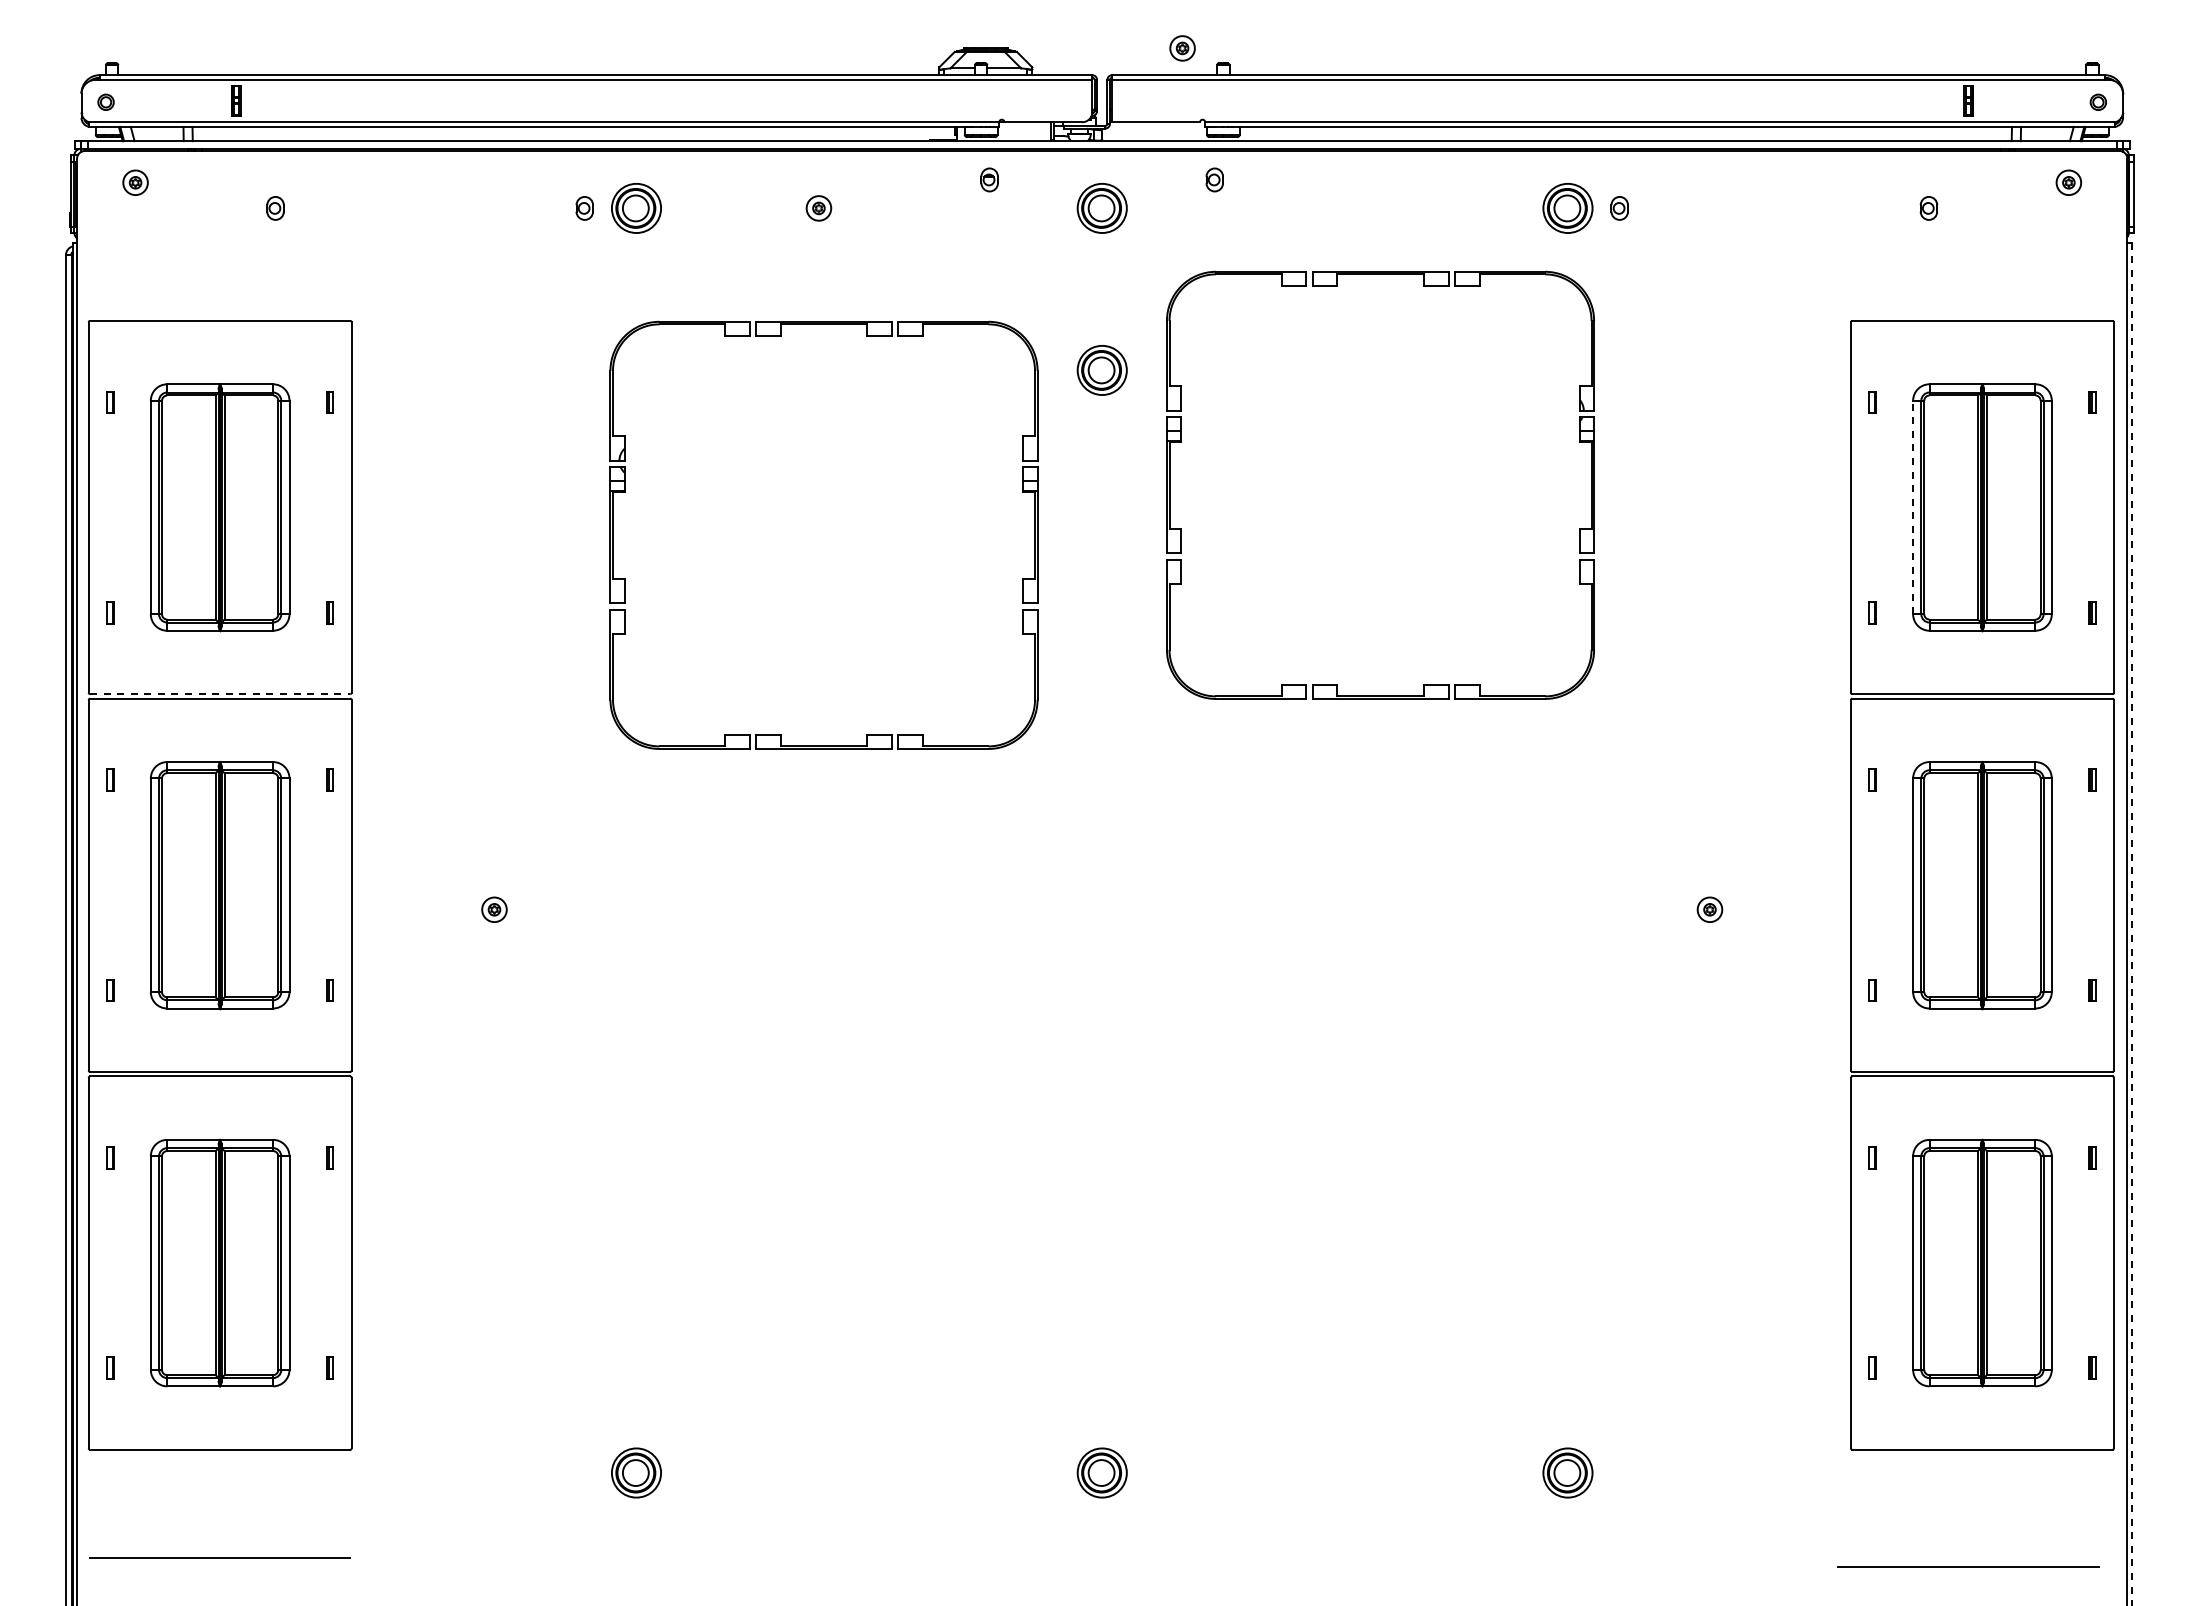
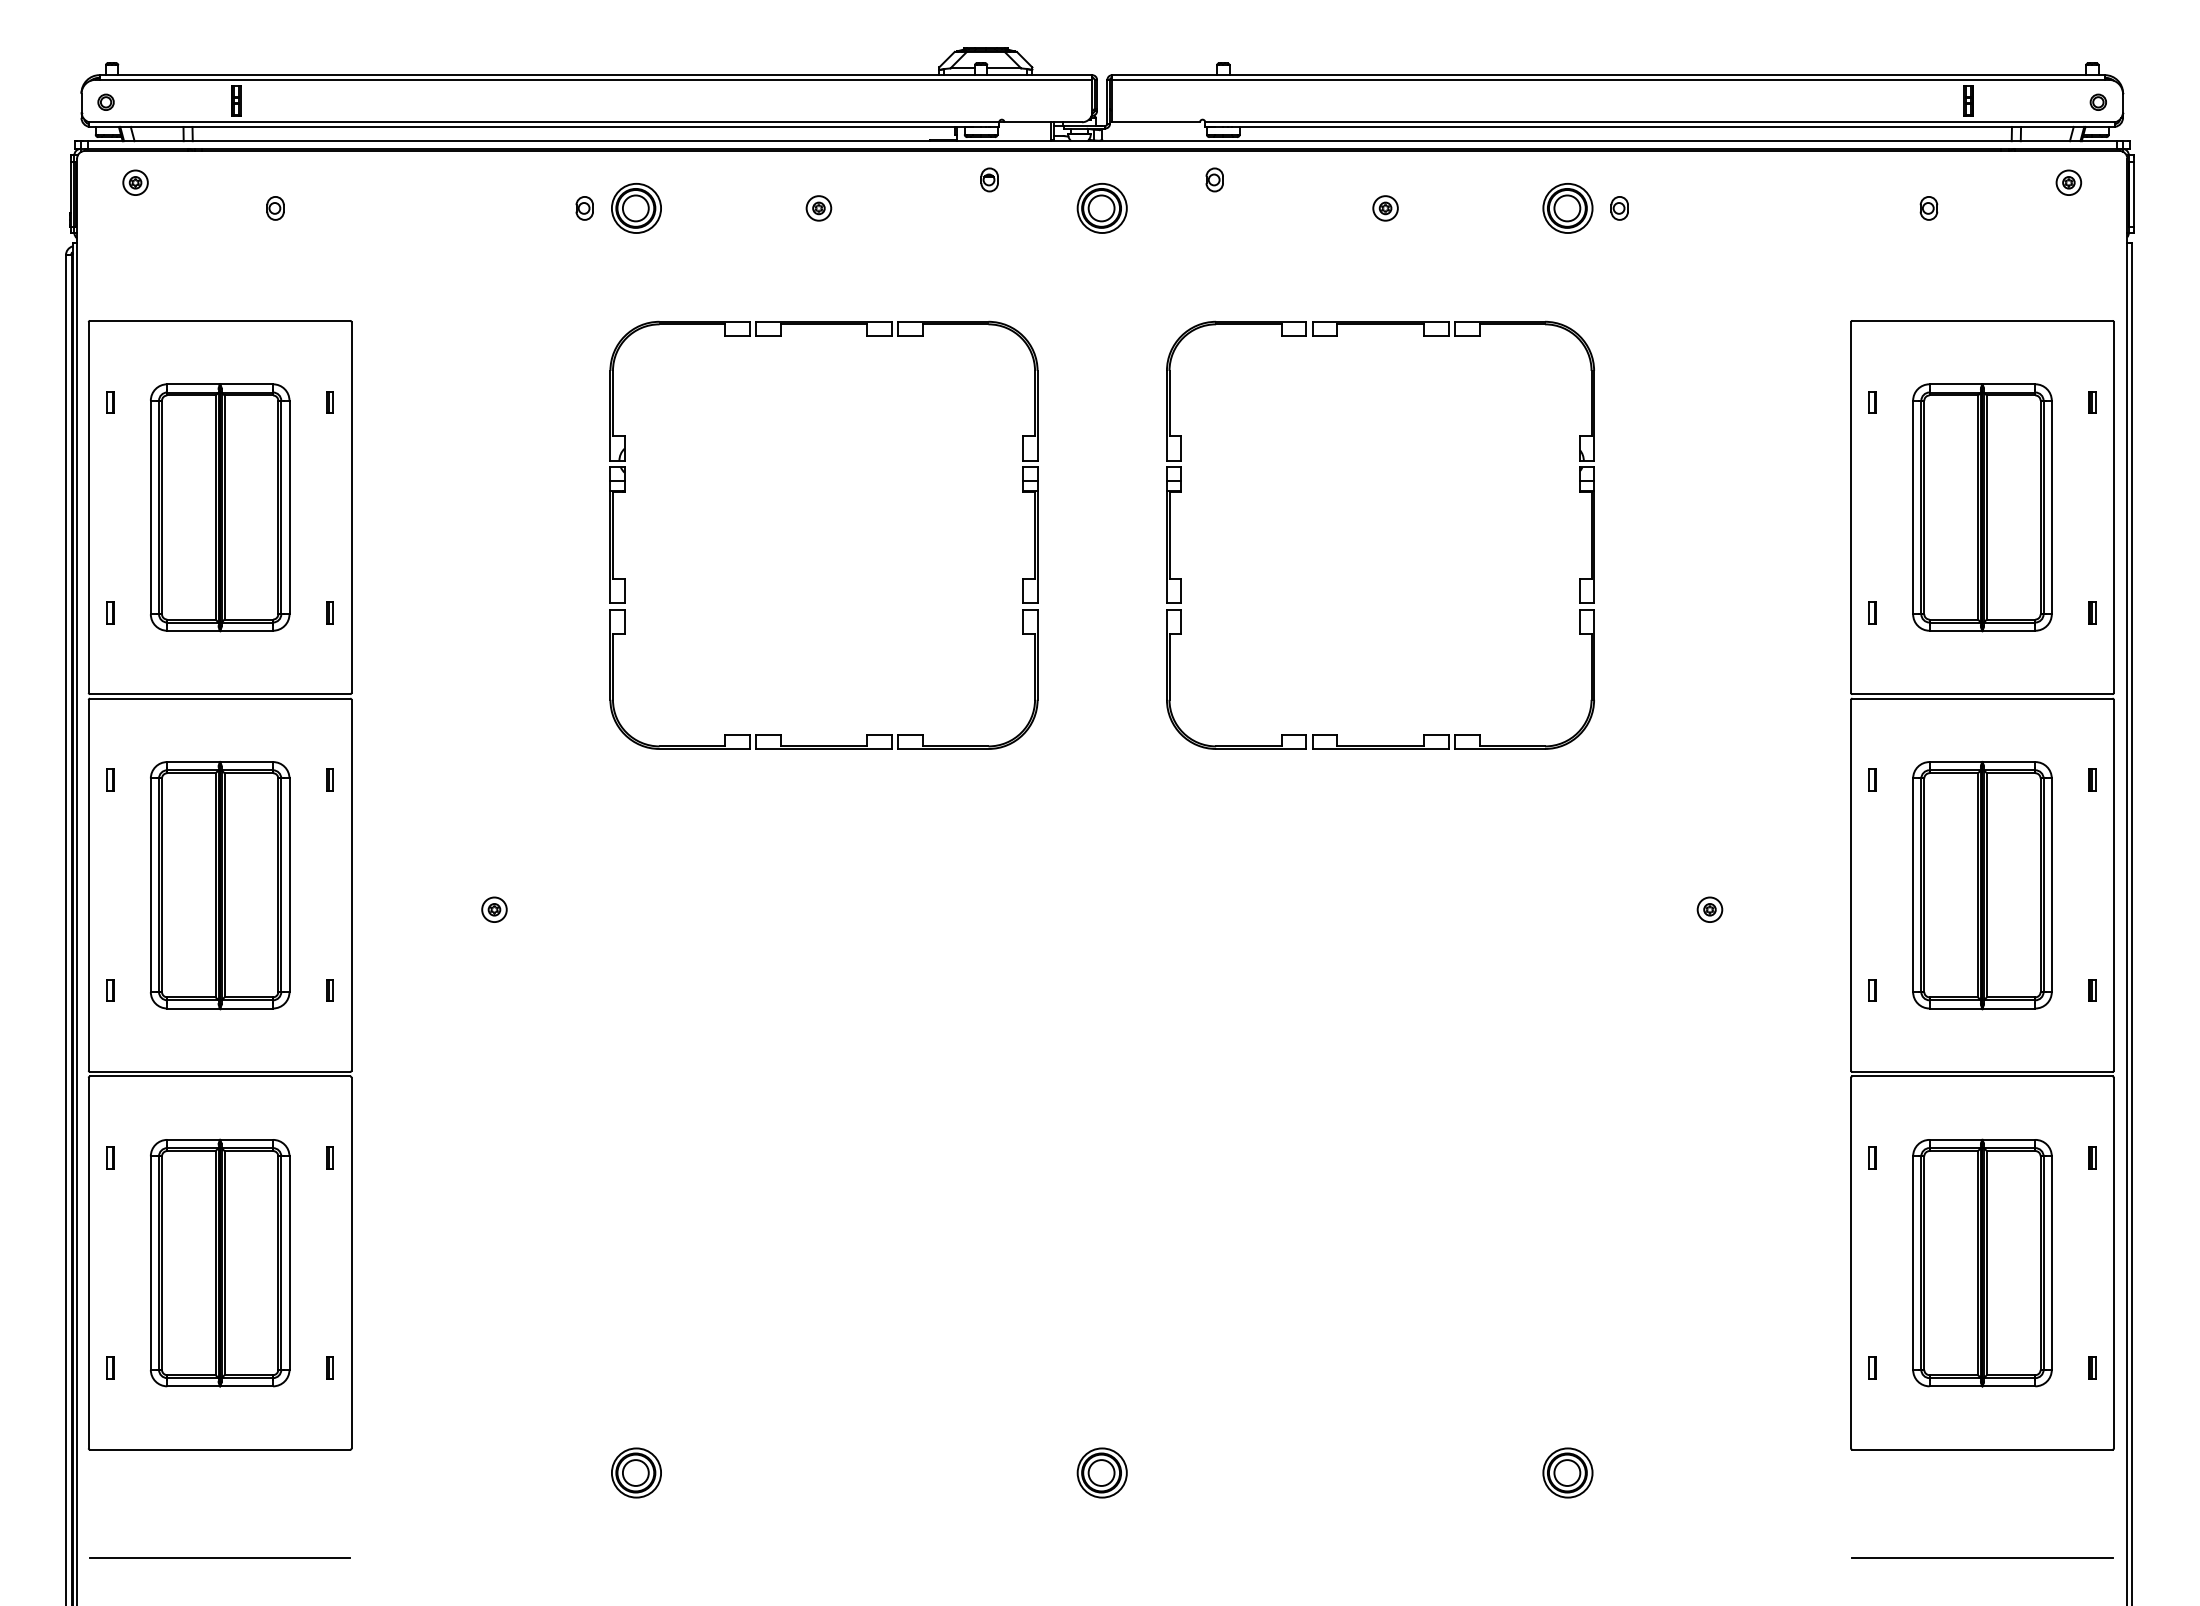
part at (1182, 48) position: (1182, 48) -> (1385, 208)
part at (1337, 286) position: (1337, 286) -> (1337, 336)
part at (1101, 370): present -> none
line at (1913, 507): dashed -> solid
line at (220, 694): dashed -> solid
line at (2132, 924): dashed -> solid
line at (1968, 1566) position: (1968, 1566) -> (1982, 1557)
